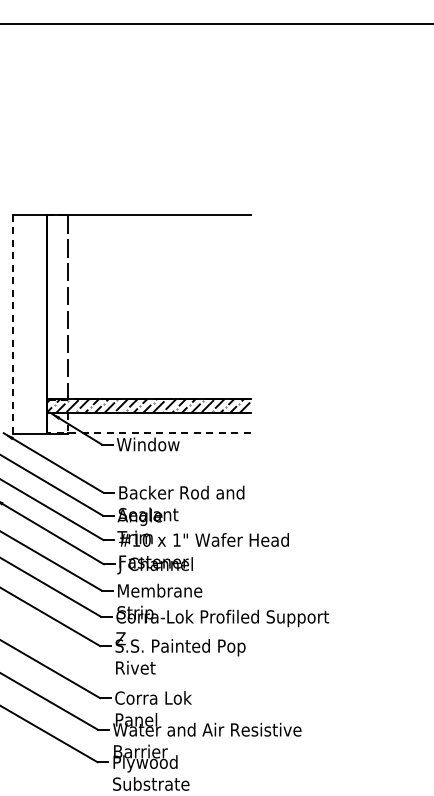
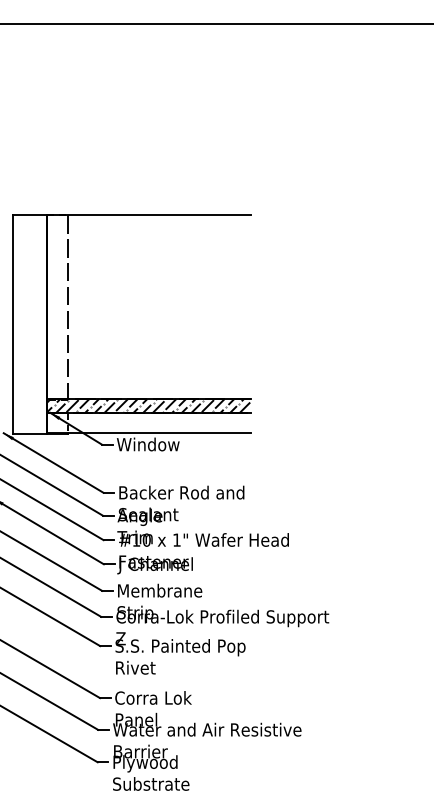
line at (13, 324): dashed -> solid
line at (148, 433): dashed -> solid
